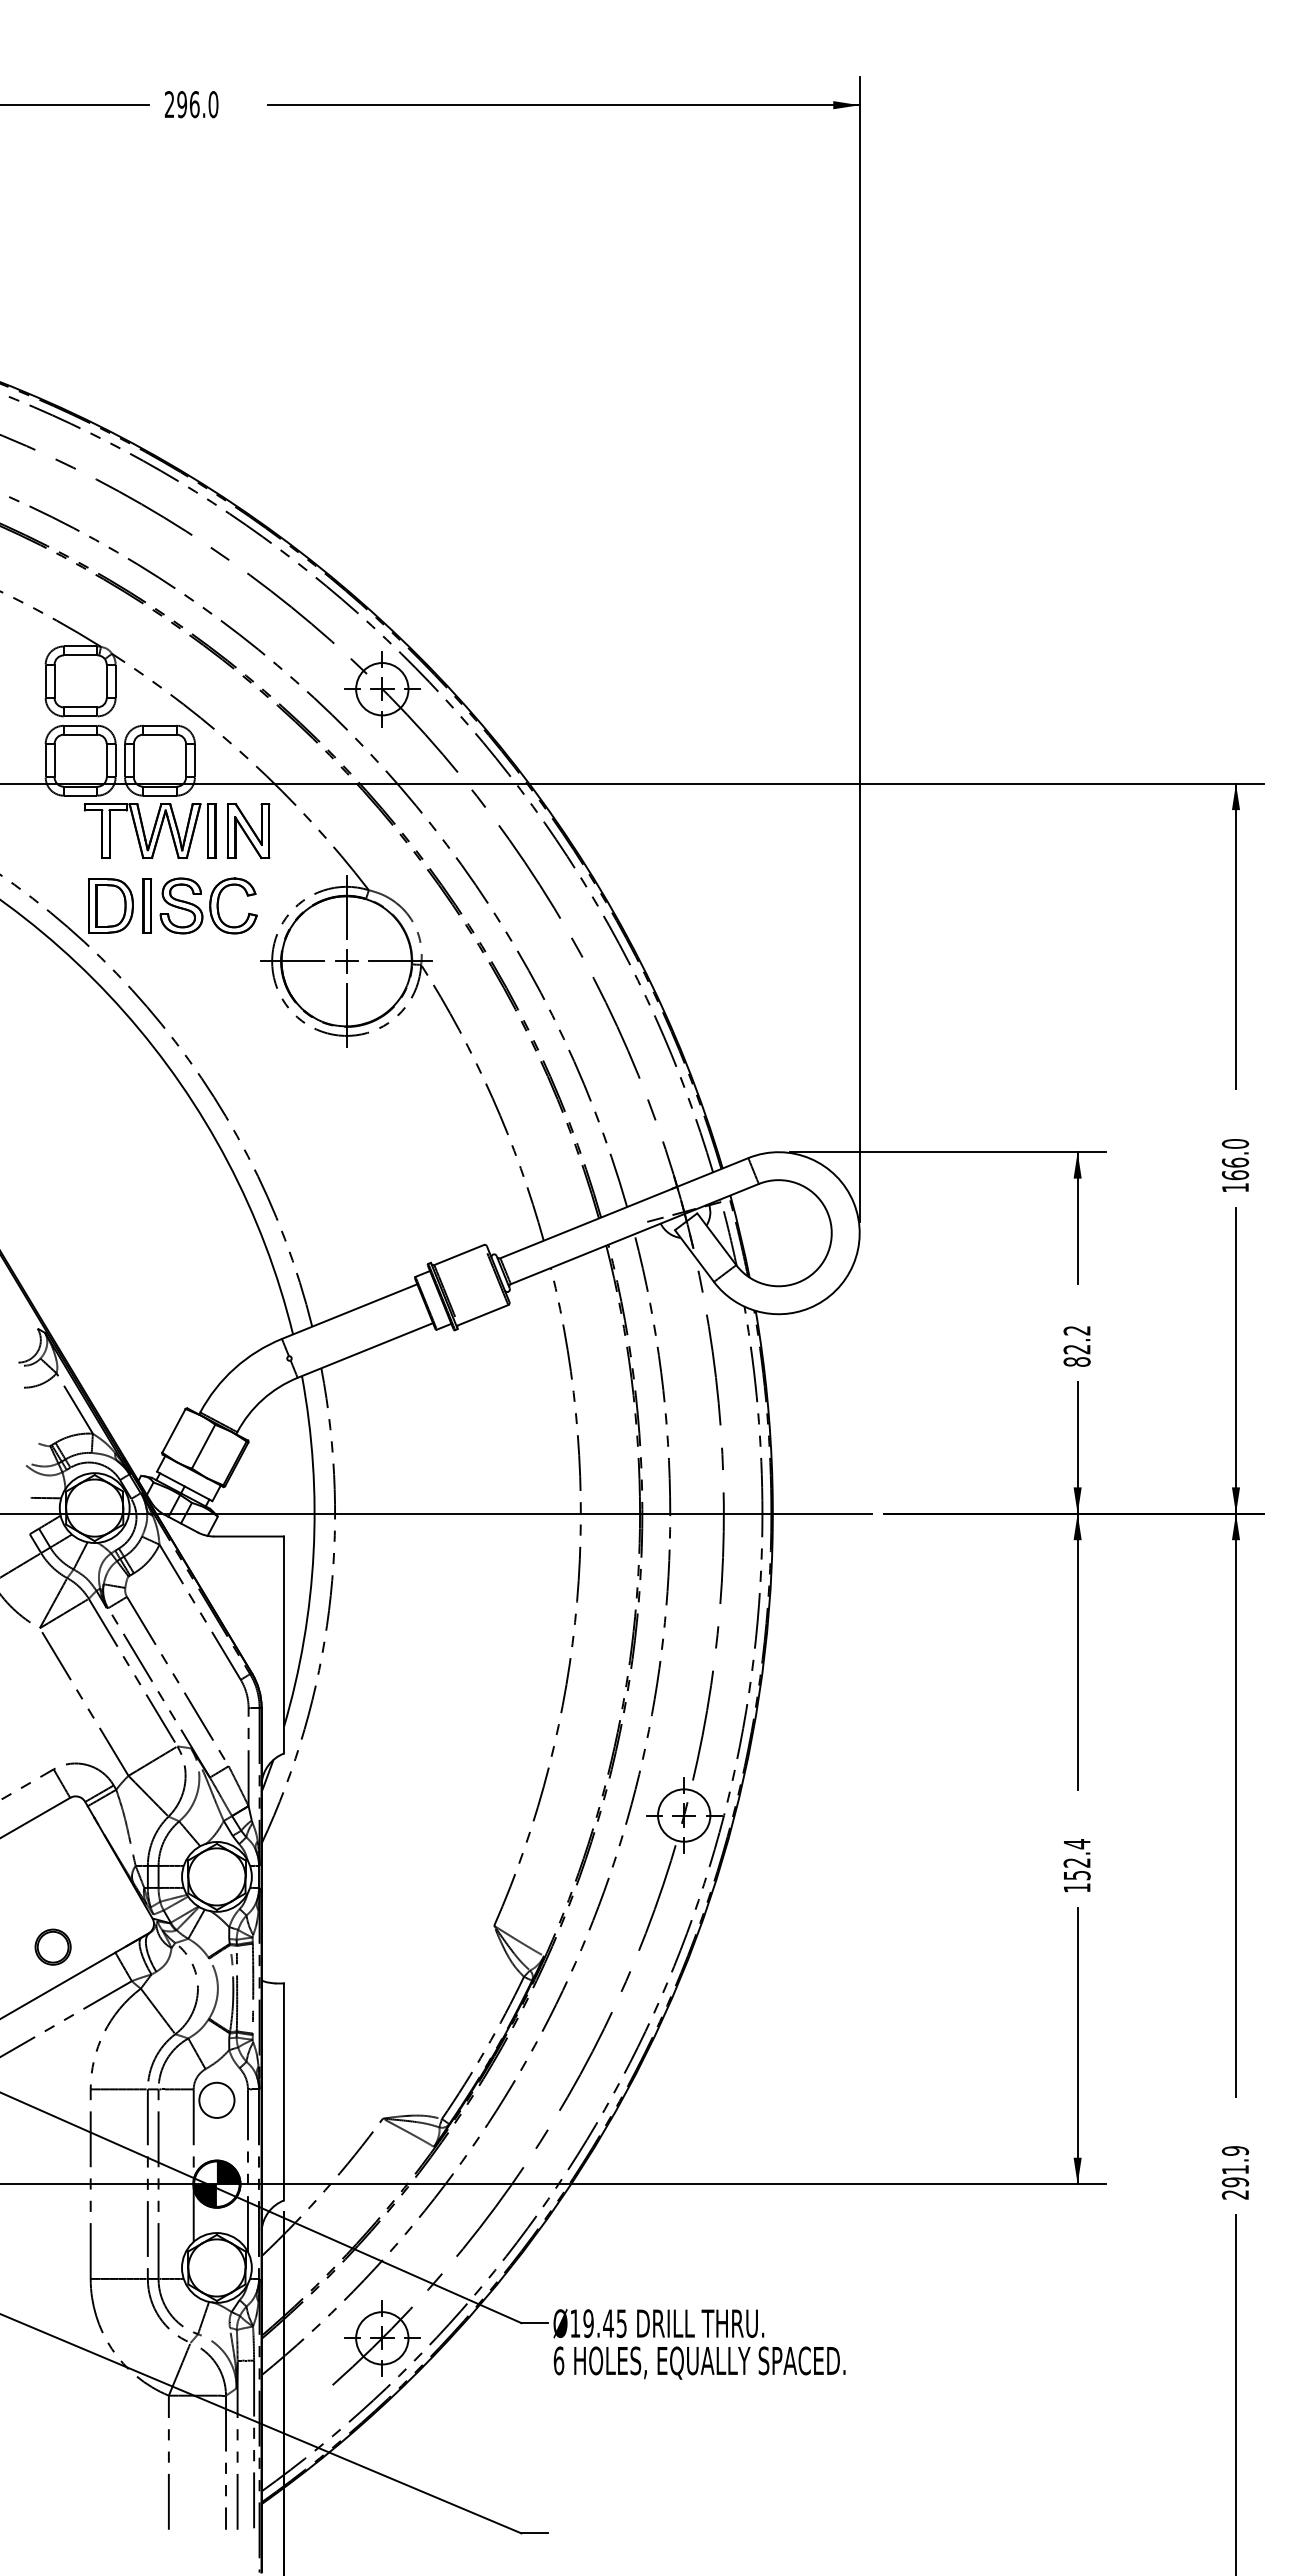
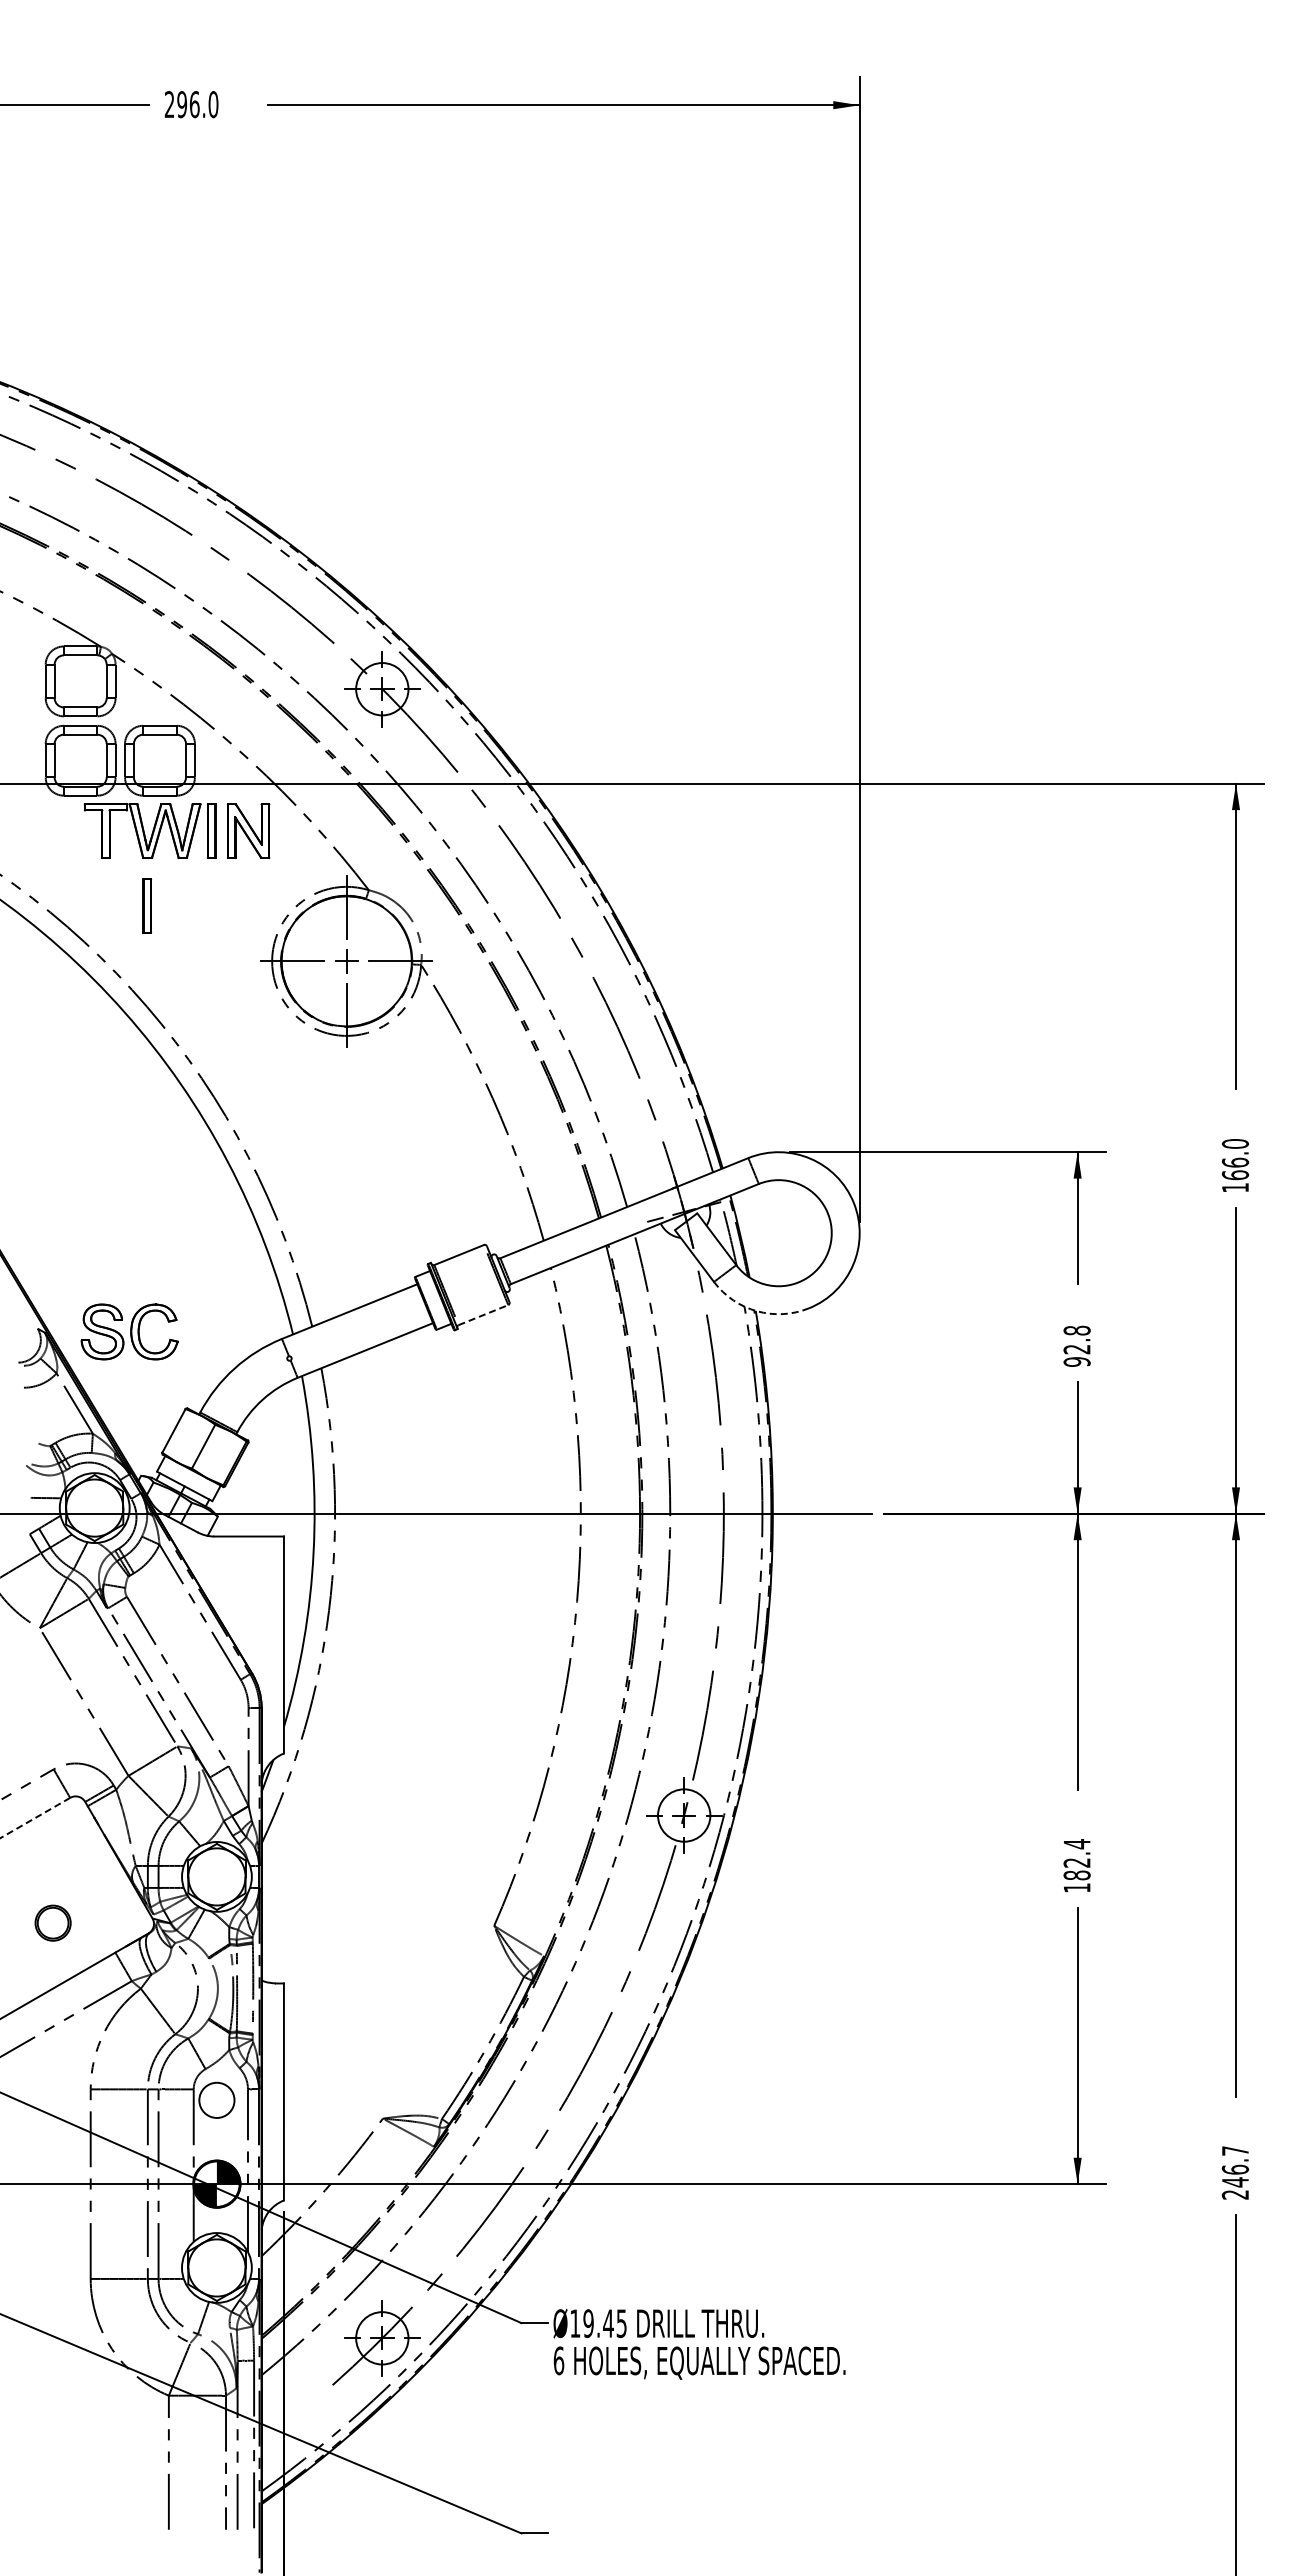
part at (110, 905): present -> none
part at (208, 905) position: (208, 905) -> (129, 1331)
arc at (757, 1311): solid -> dashed
line at (483, 1315): solid -> dashed
text at (1076, 1345): 82.2 -> 92.8
line at (34, 1818): solid -> dashed
text at (1076, 1875): 152.4 -> 182.4
part at (52, 1946) position: (52, 1946) -> (52, 1922)
text at (1235, 2166): 291.9 -> 246.7
